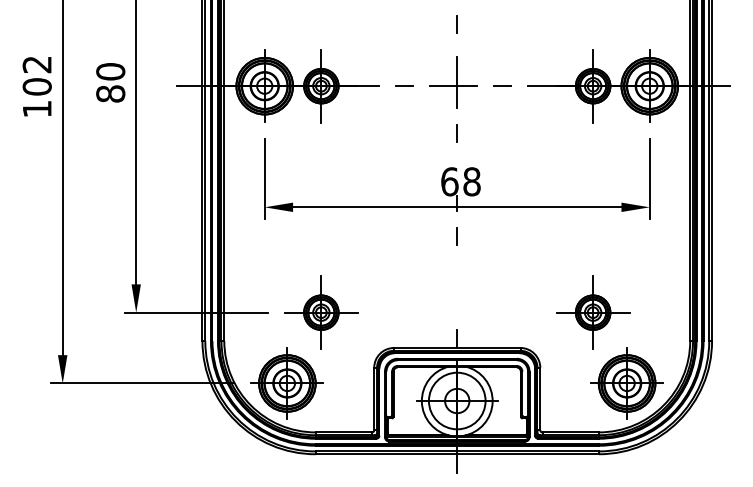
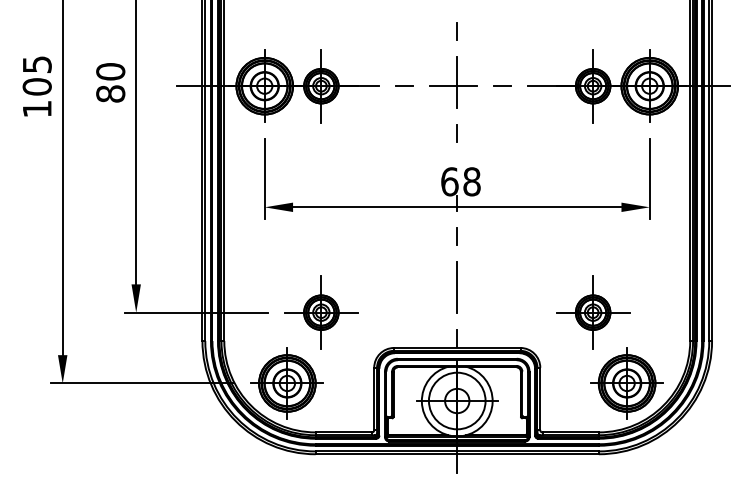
line at (456, 24) position: (456, 24) -> (456, 31)
text at (36, 64): 102 -> 105
line at (457, 287): none -> present
